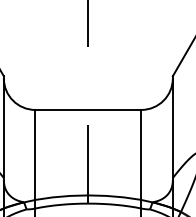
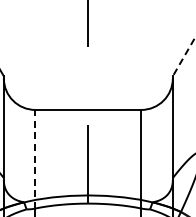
line at (184, 56): solid -> dashed
line at (35, 158): solid -> dashed
